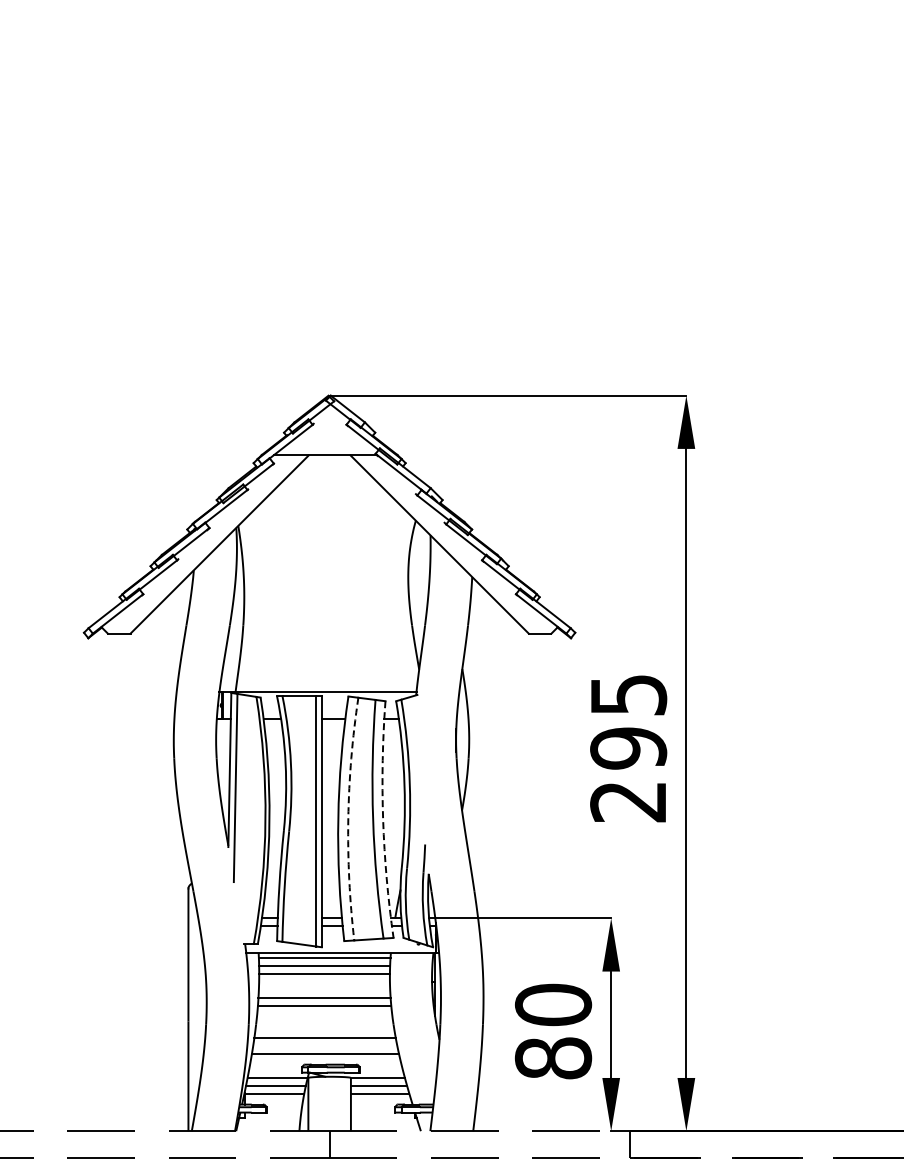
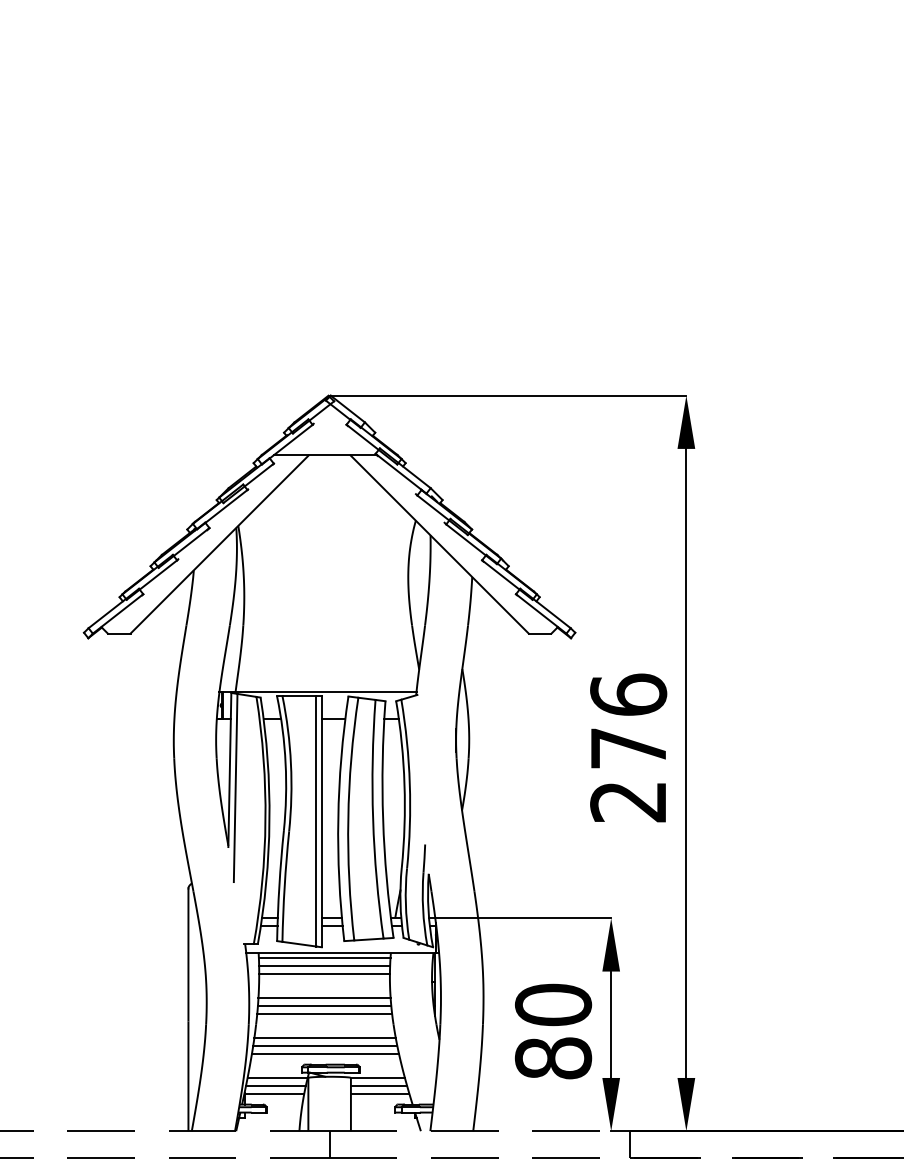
text at (628, 721): 295 -> 276
arc at (348, 818): dashed -> solid
arc at (383, 819): dashed -> solid
line at (324, 1014): none -> present
line at (325, 1046): none -> present
